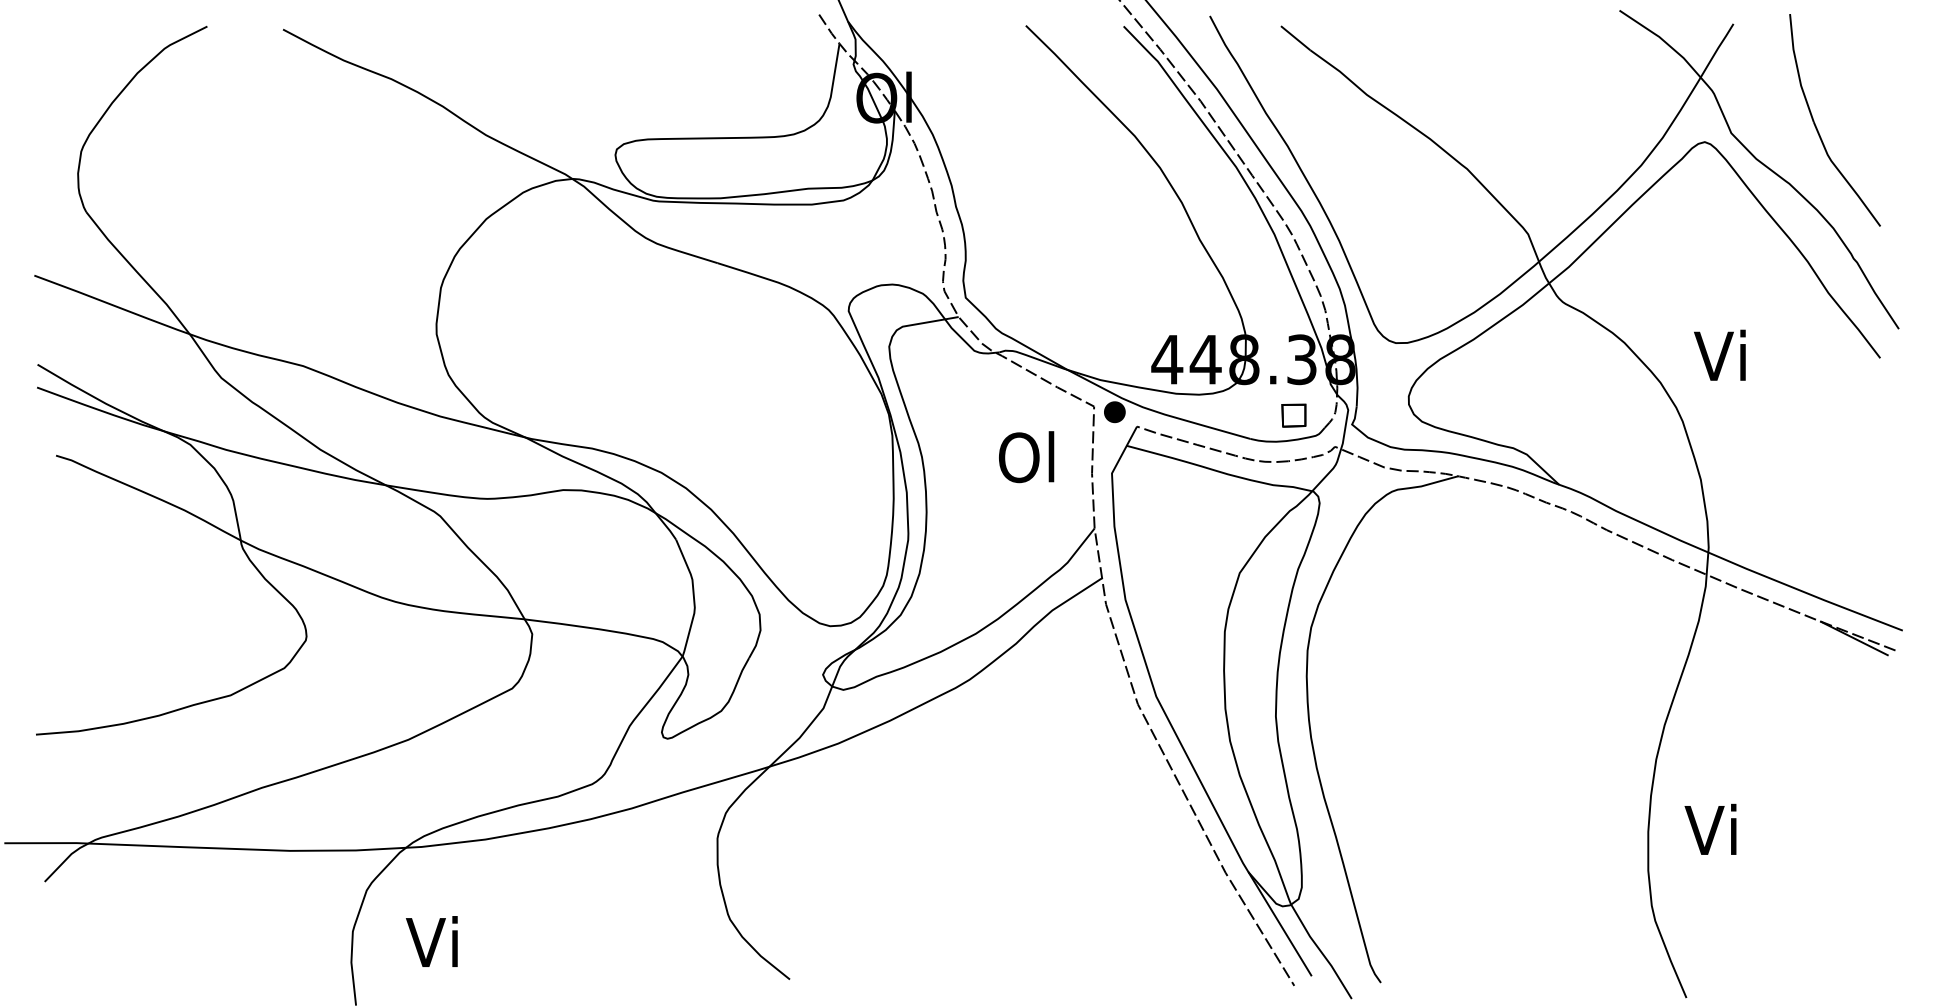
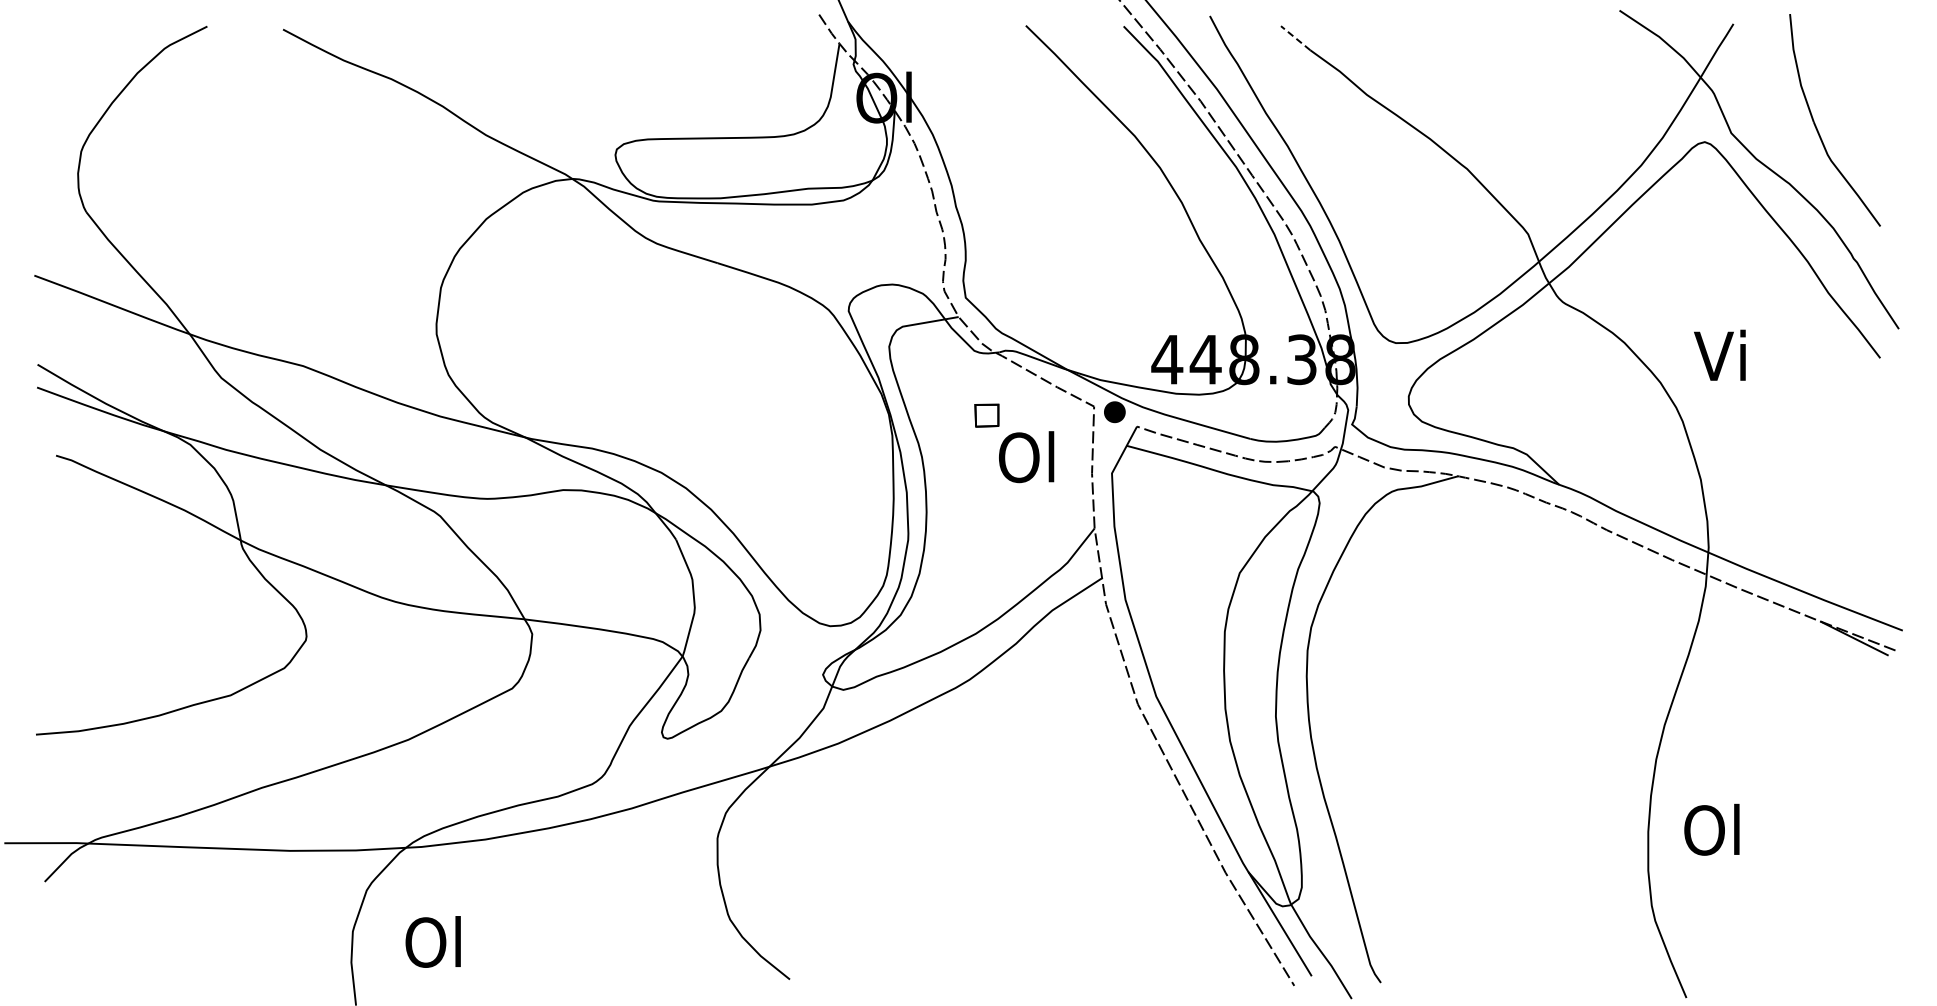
line at (1295, 38): solid -> dashed
part at (1293, 415) position: (1293, 415) -> (986, 415)
text at (1711, 829): Vi -> Ol
text at (432, 941): Vi -> Ol
